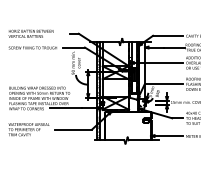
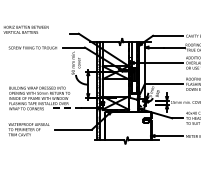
text at (30, 33) position: (30, 33) -> (25, 29)
line at (65, 108): solid -> dashed
